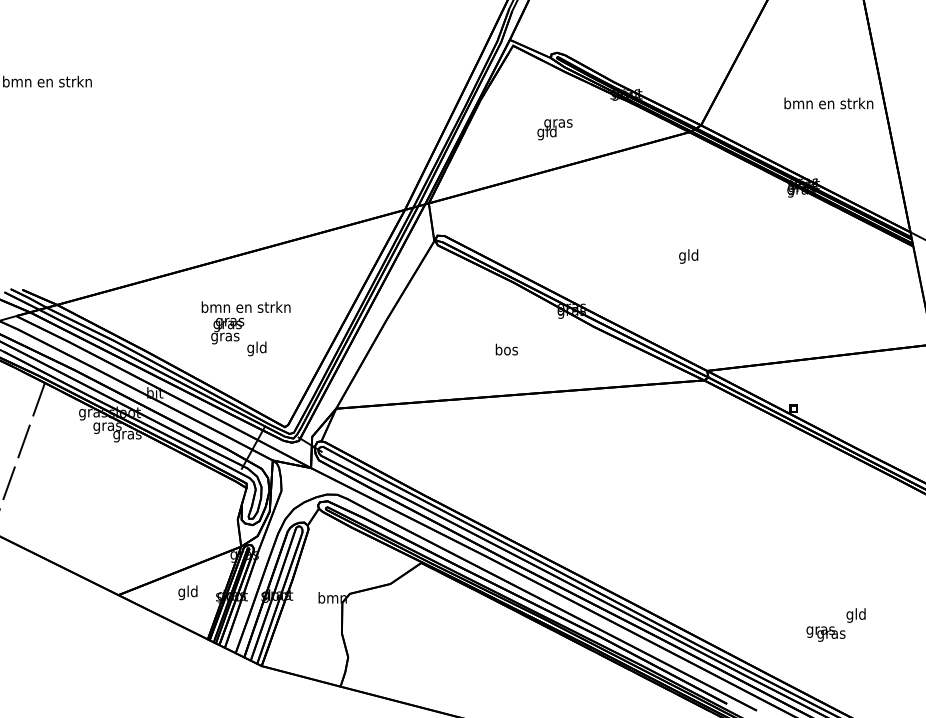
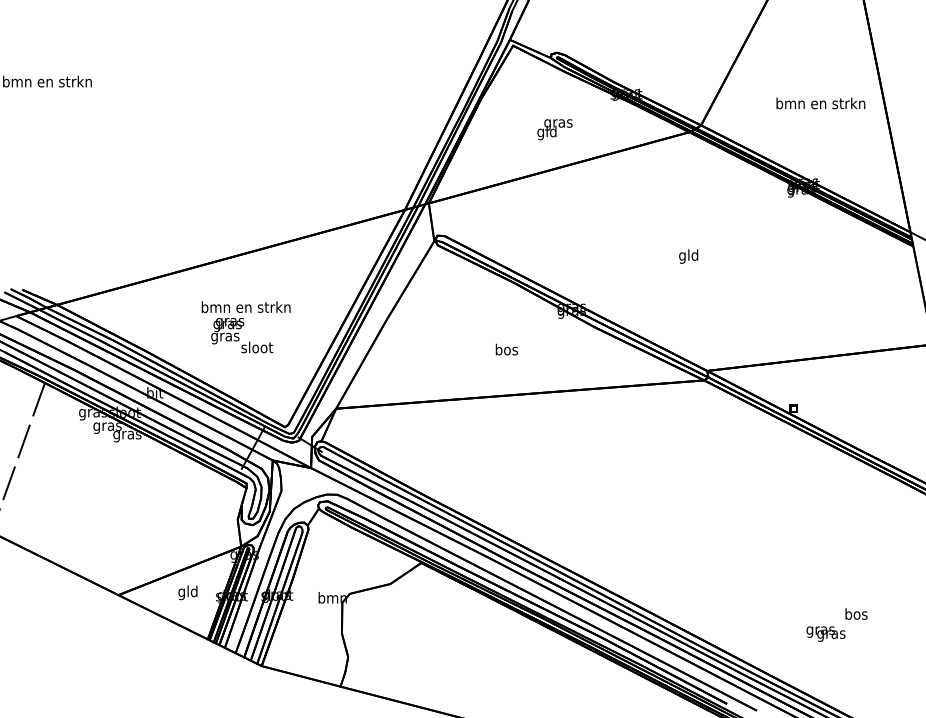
text at (828, 103) position: (828, 103) -> (820, 103)
text at (257, 348): gld -> sloot
text at (856, 615): gld -> bos
